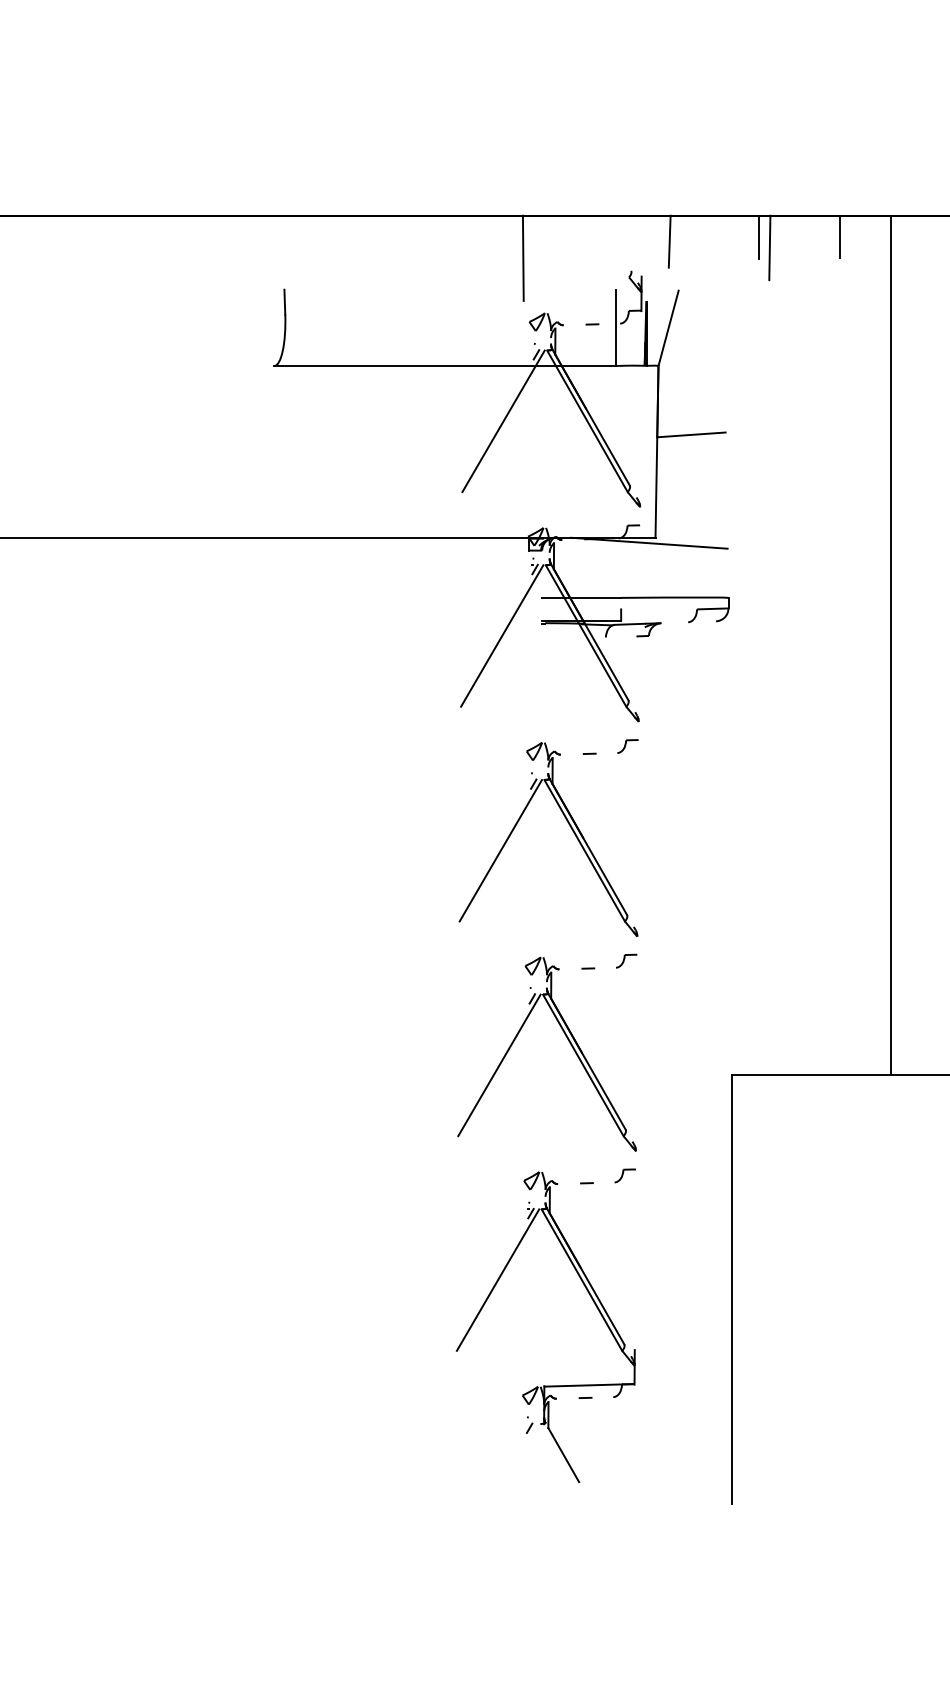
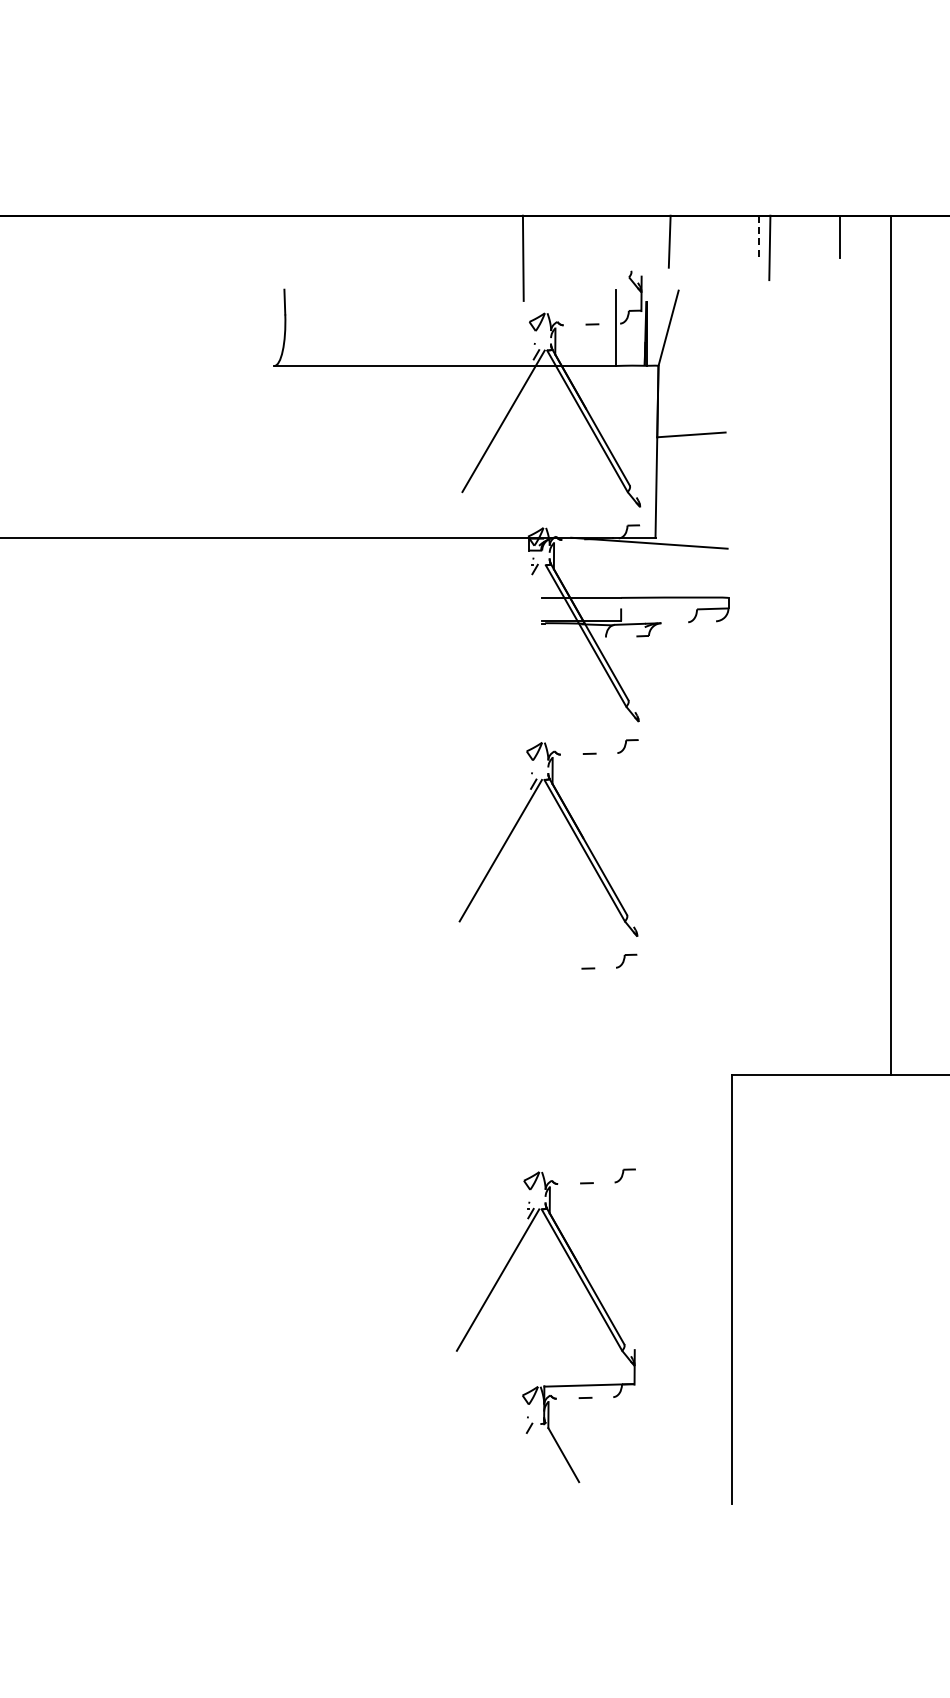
line at (758, 237): solid -> dashed
line at (502, 635): present -> none
part at (566, 1038): present -> none
